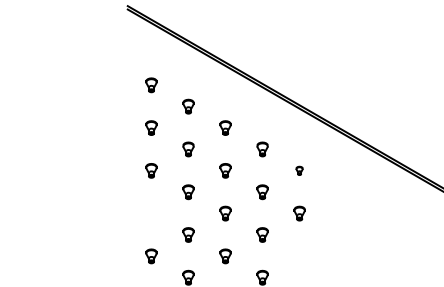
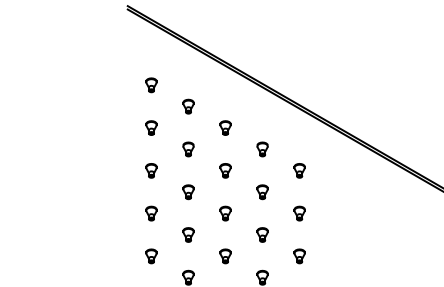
part at (299, 170) size: 9x11 px -> 13x16 px
part at (151, 213): none -> present
part at (299, 256): none -> present
